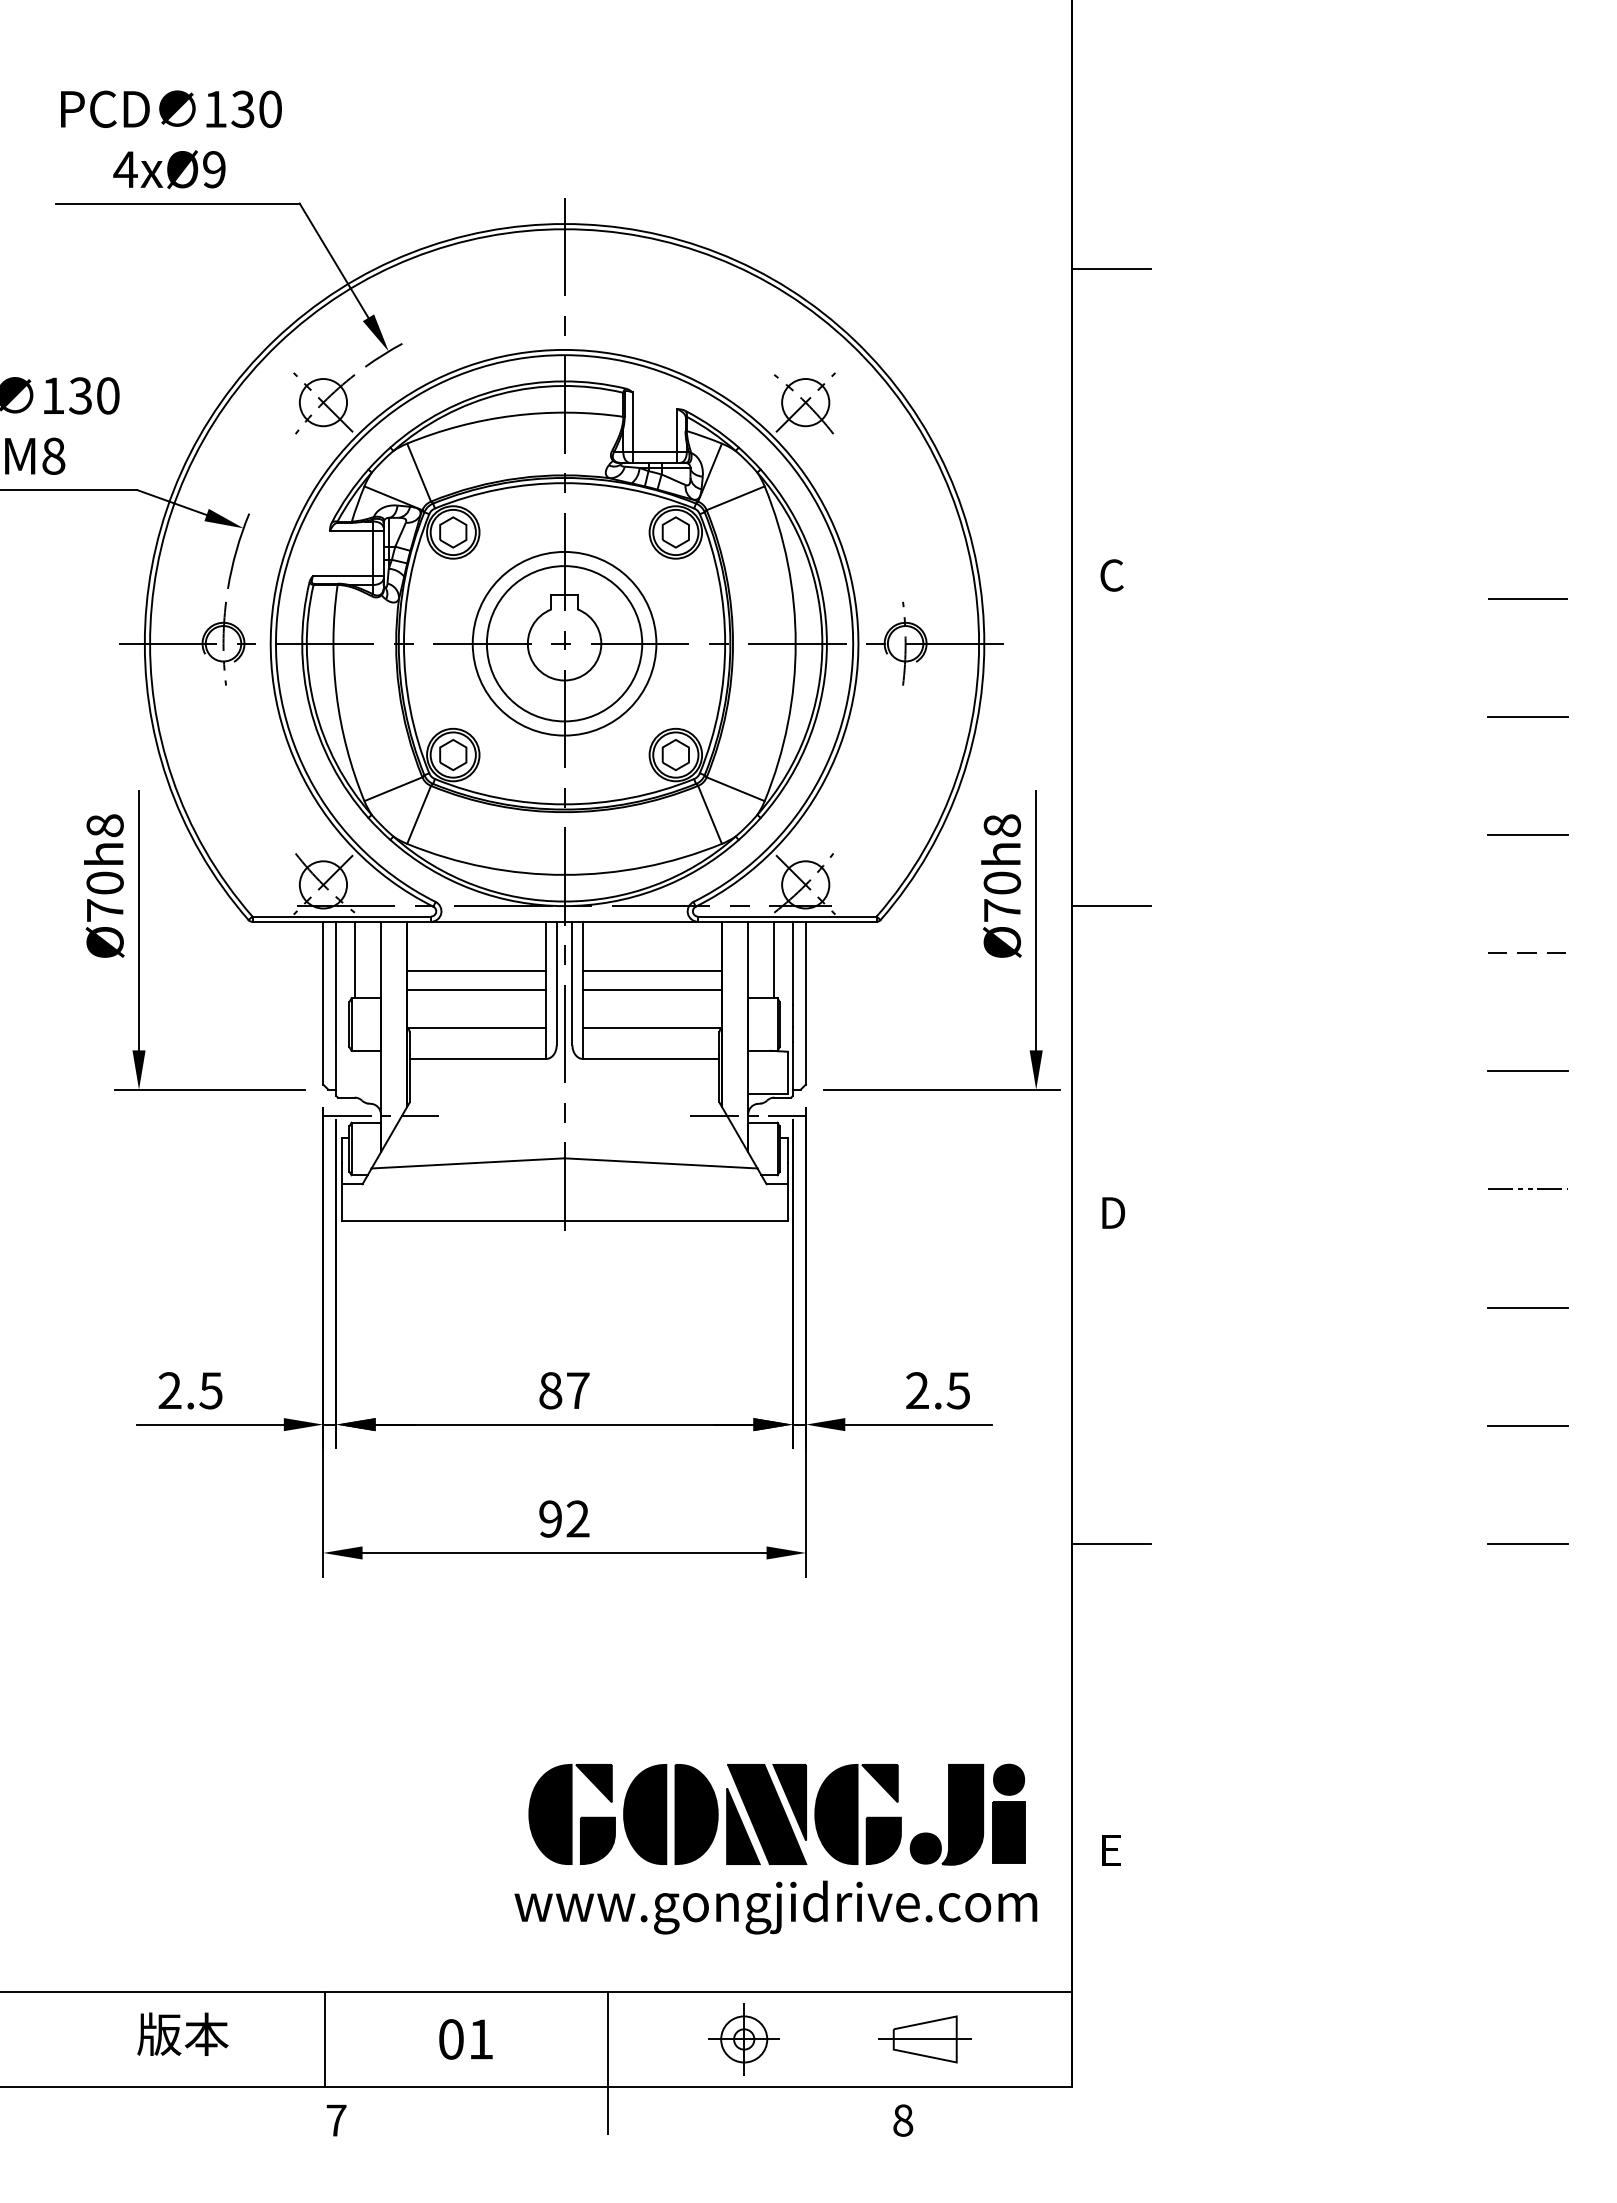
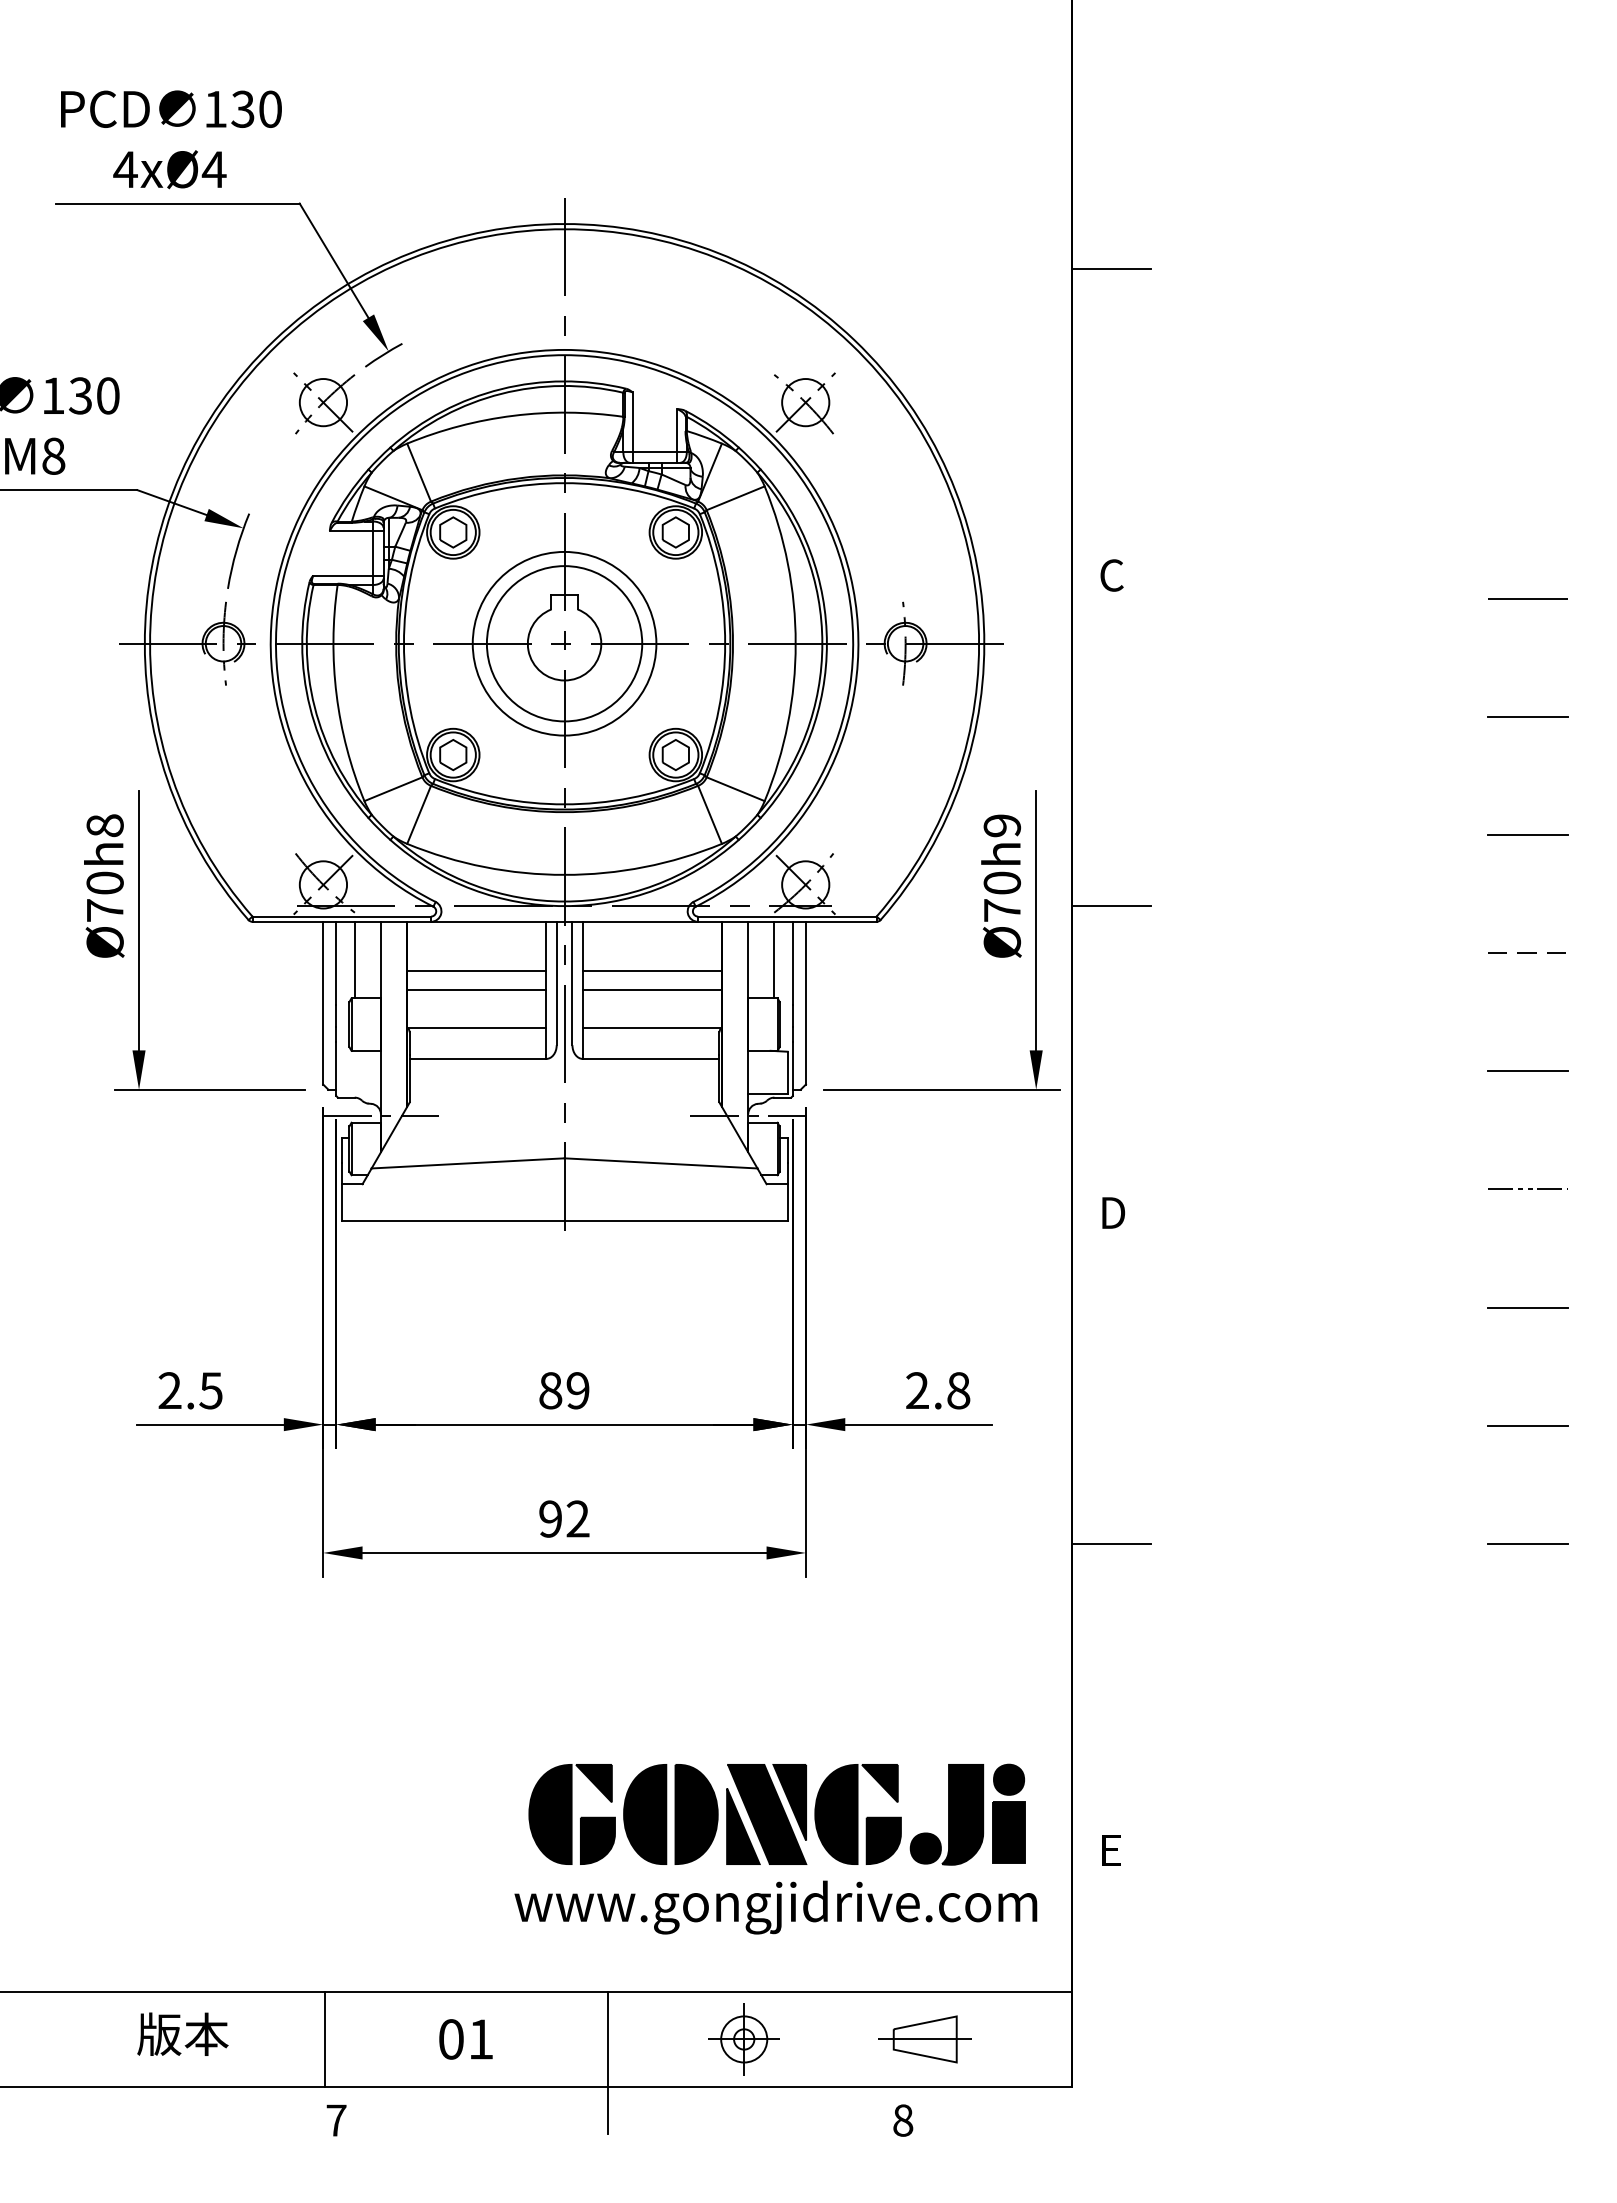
text at (213, 169): 4xØ9 -> 4xØ4
text at (1002, 825): Ø70h8 -> Ø70h9
text at (577, 1390): 87 -> 89
text at (958, 1390): 2.5 -> 2.8
